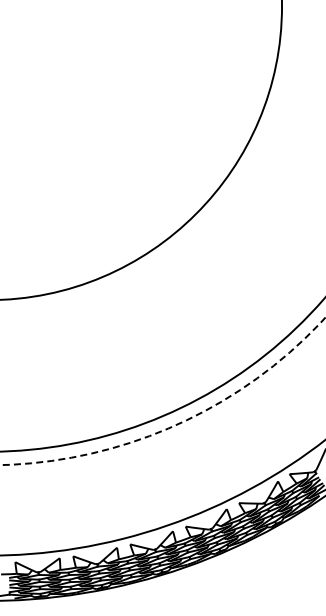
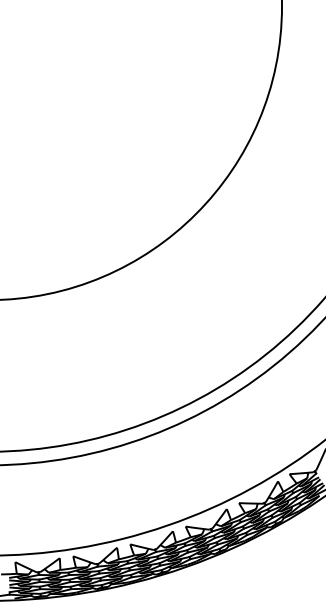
arc at (177, 424): dashed -> solid
